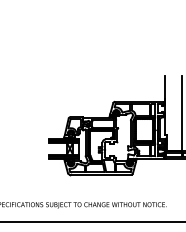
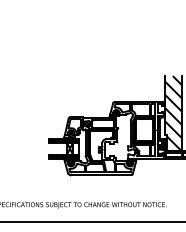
hatch at (173, 113): none -> present
